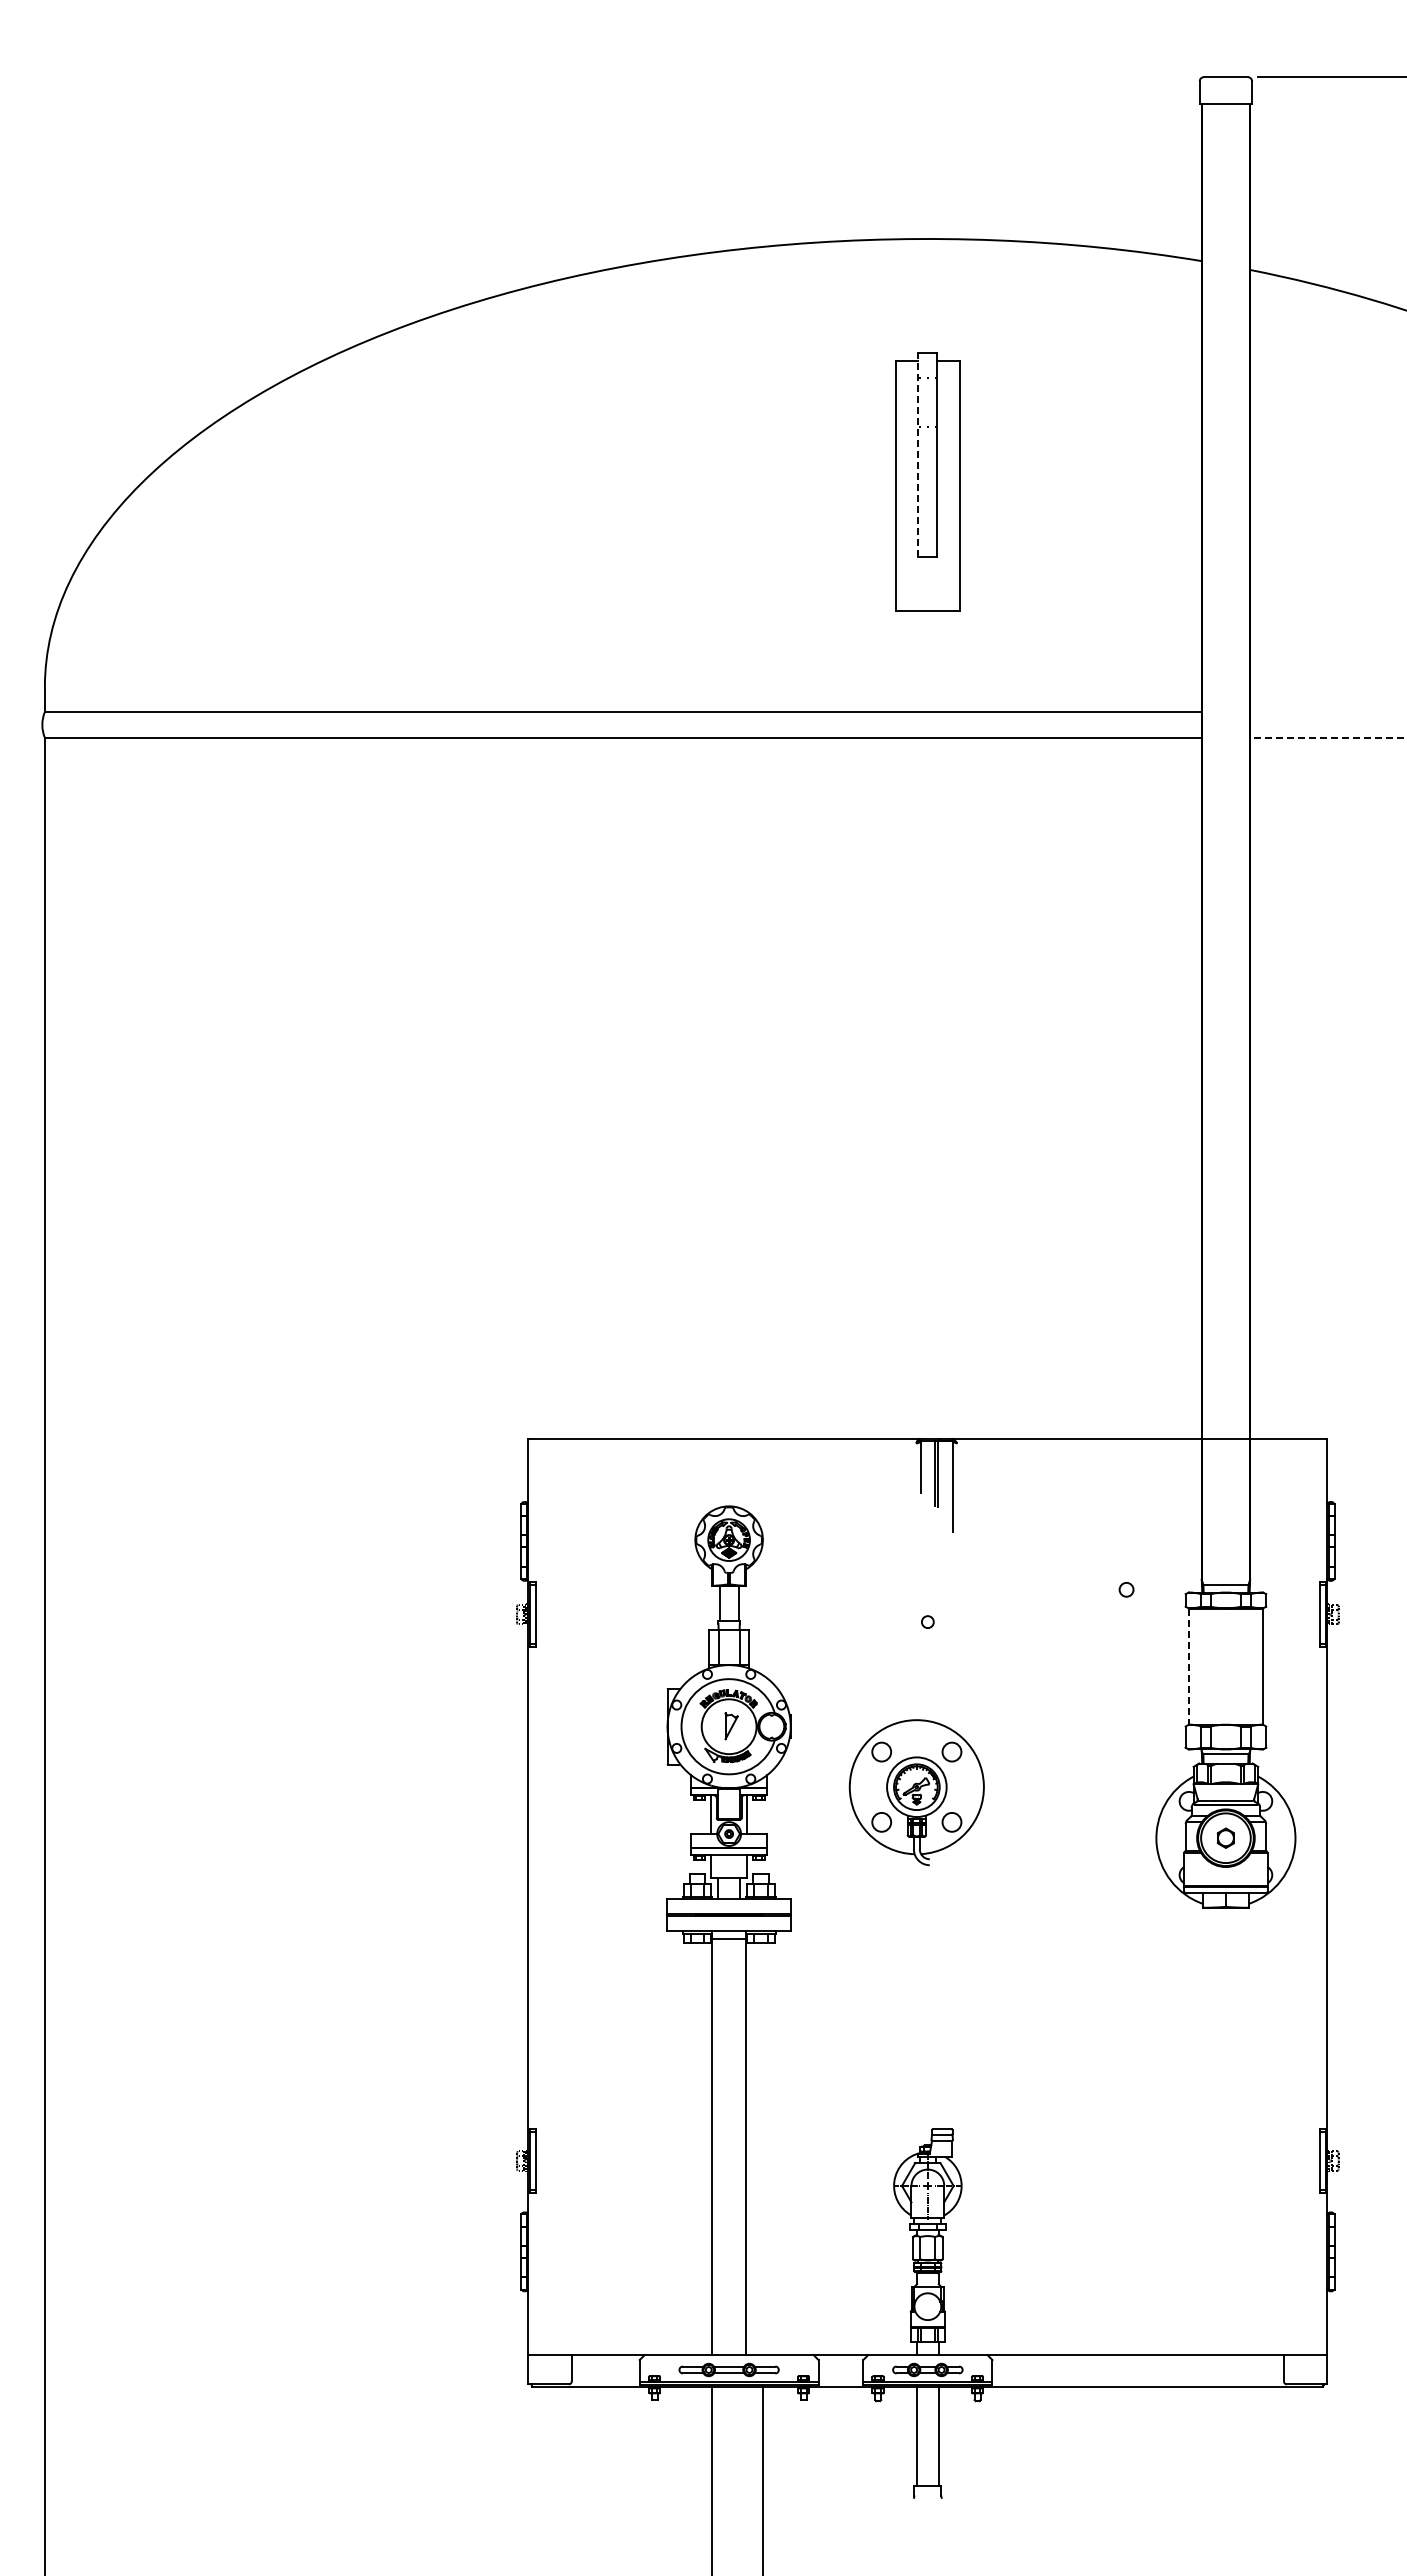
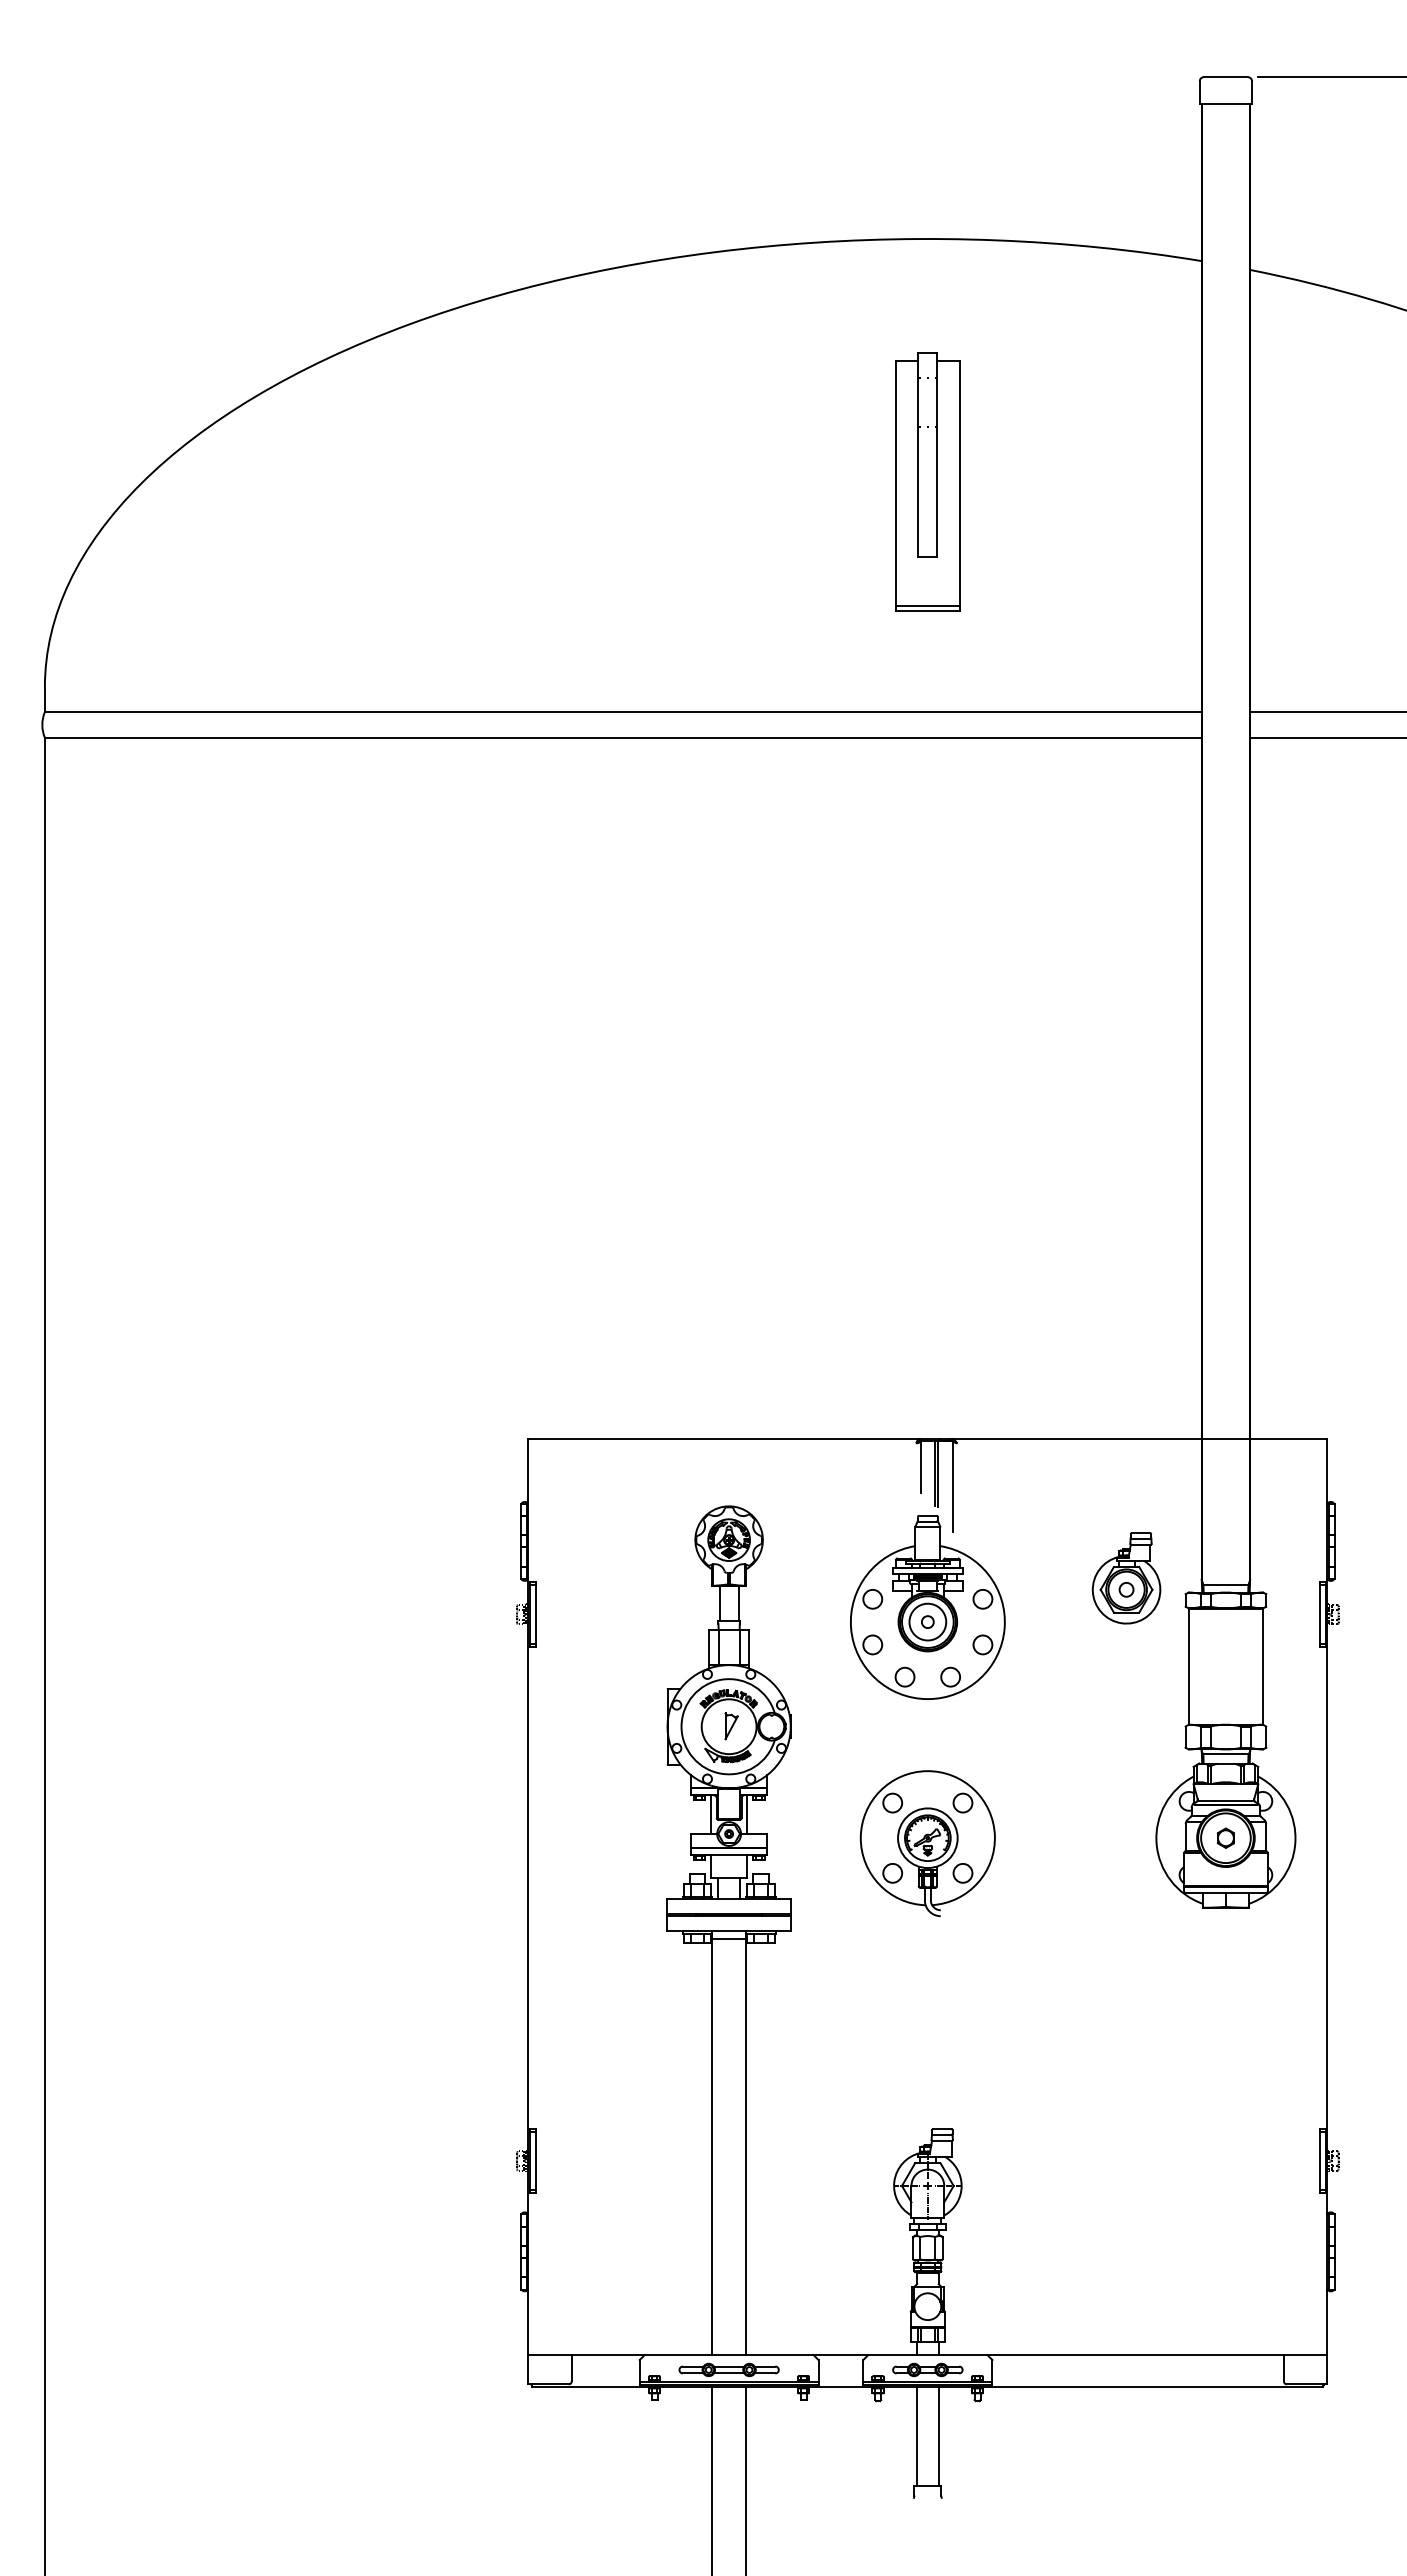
line at (918, 454): dashed -> solid
line at (927, 605): none -> present
line at (1326, 711): none -> present
line at (1328, 737): dashed -> solid
part at (1126, 1578): none -> present
part at (927, 1607): none -> present
line at (1188, 1666): dashed -> solid
part at (916, 1792) position: (916, 1792) -> (927, 1843)
line at (763, 2479) position: (763, 2479) -> (746, 2479)
